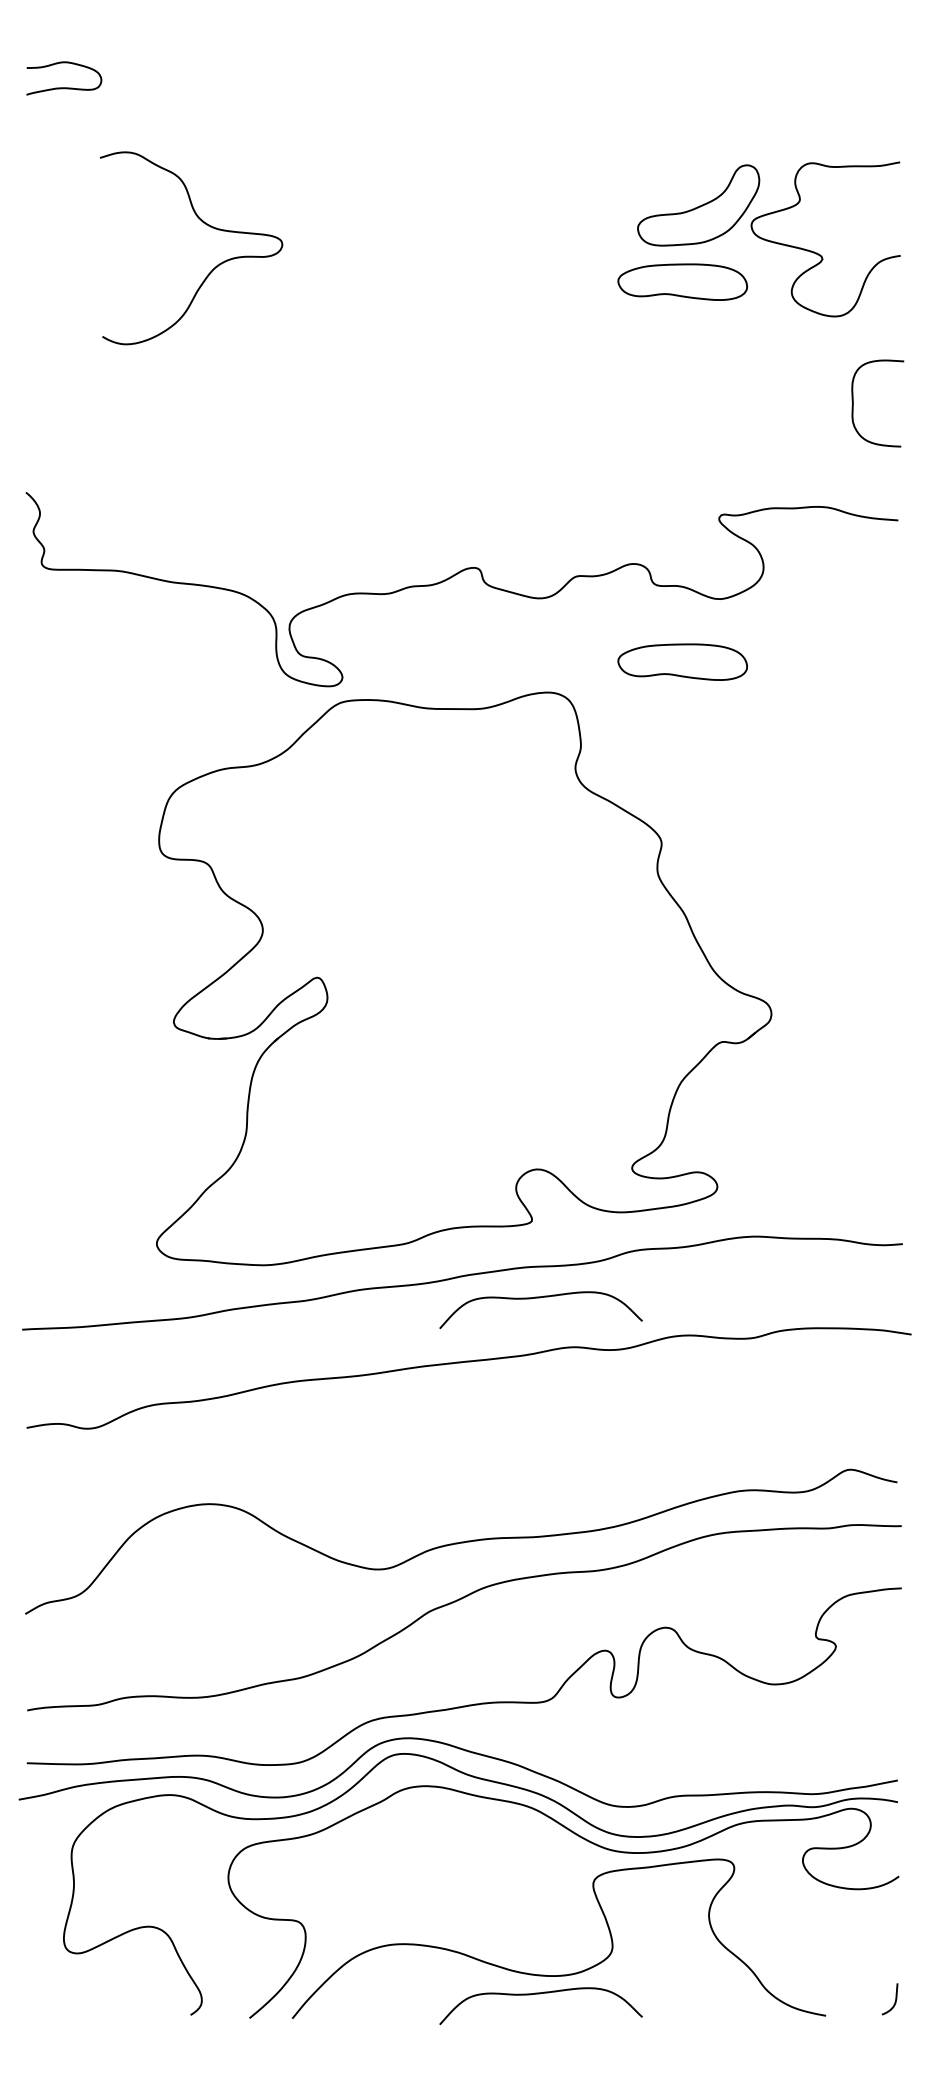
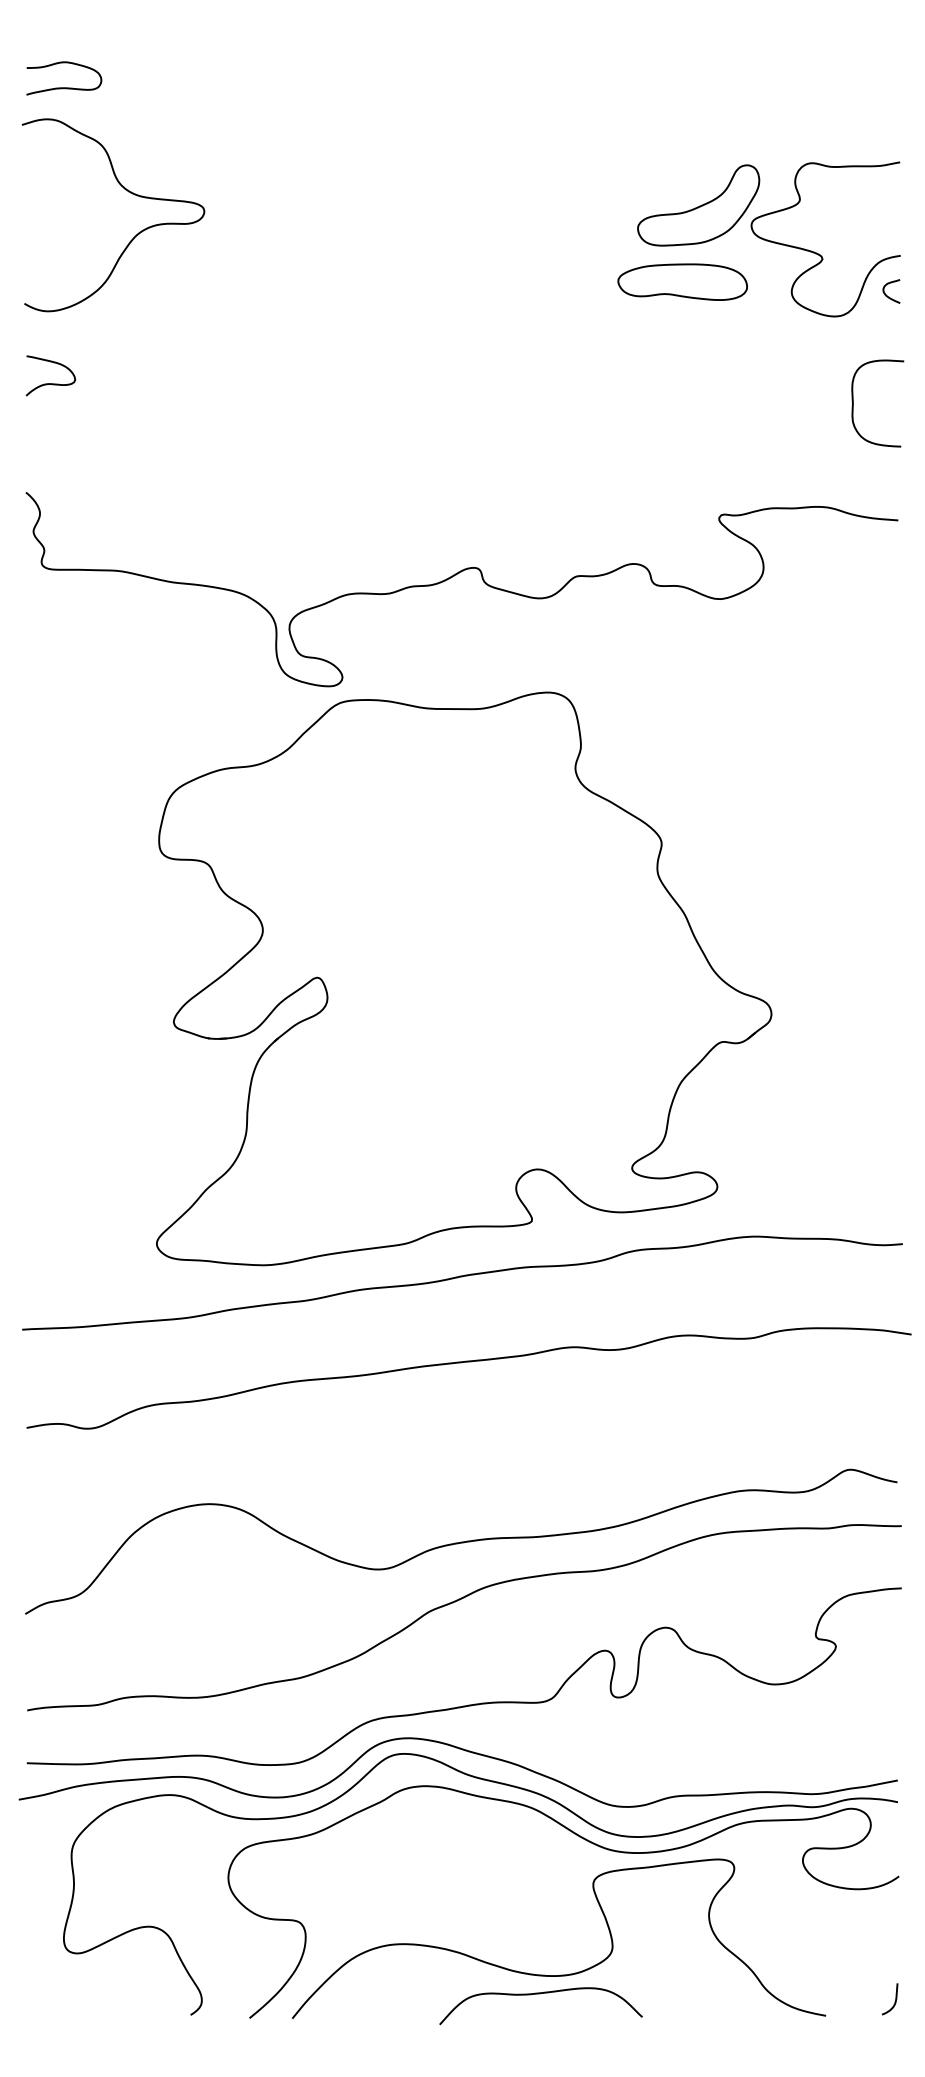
curve at (206, 225) position: (206, 225) -> (128, 192)
curve at (889, 296): none -> present
curve at (50, 383): none -> present
part at (682, 661): present -> none
curve at (540, 1298): present -> none
